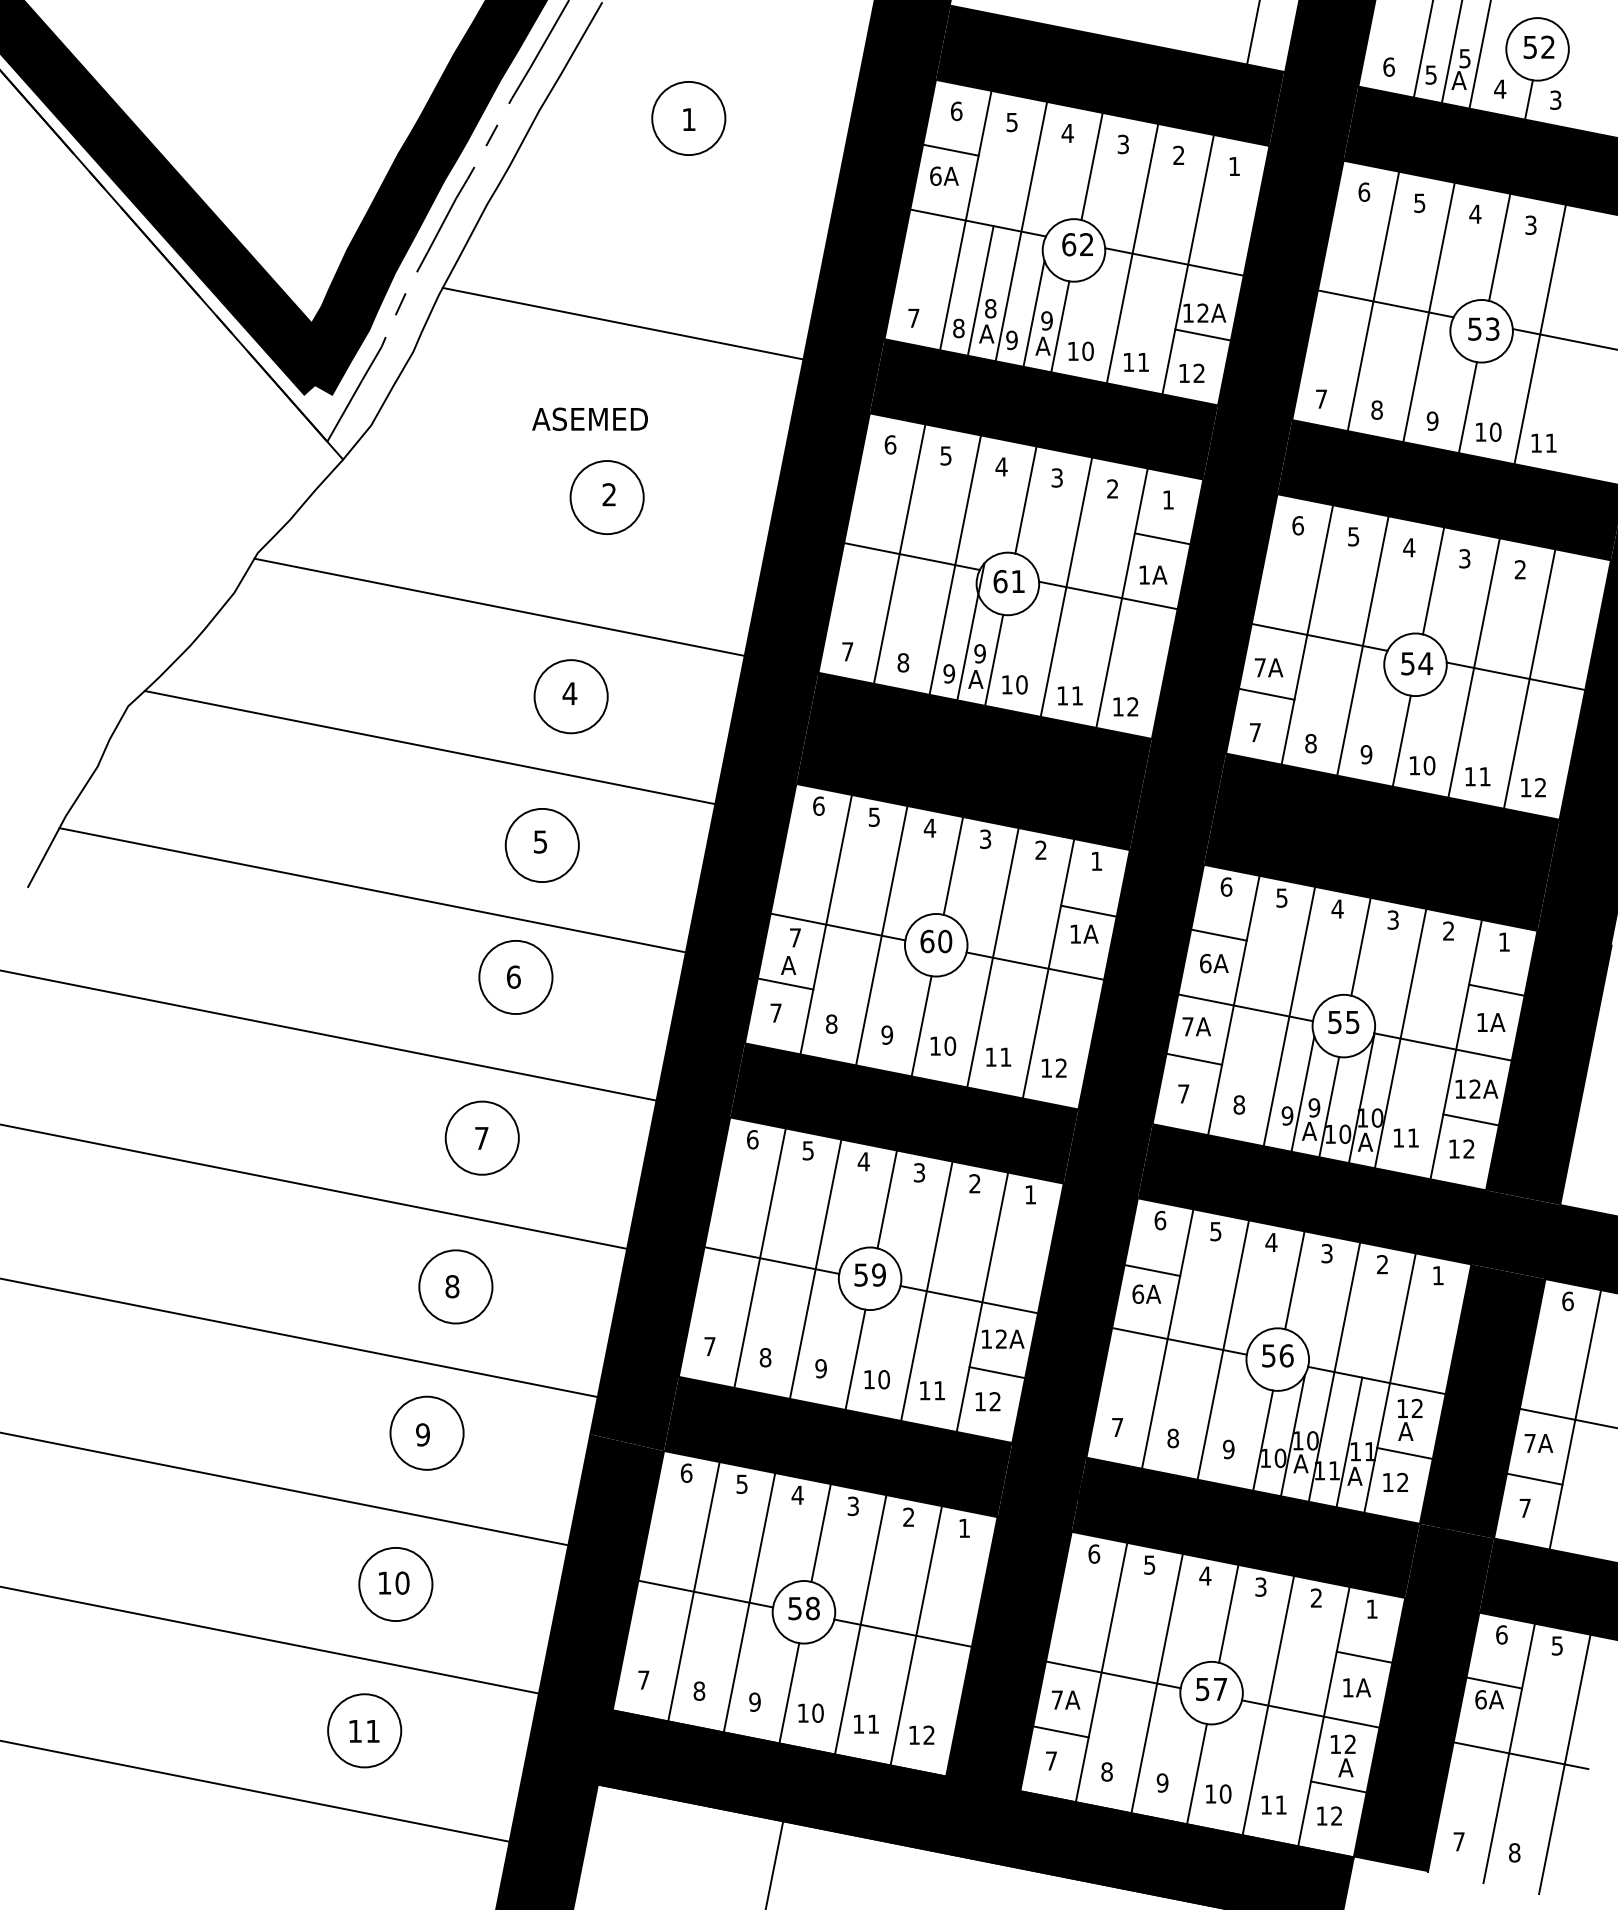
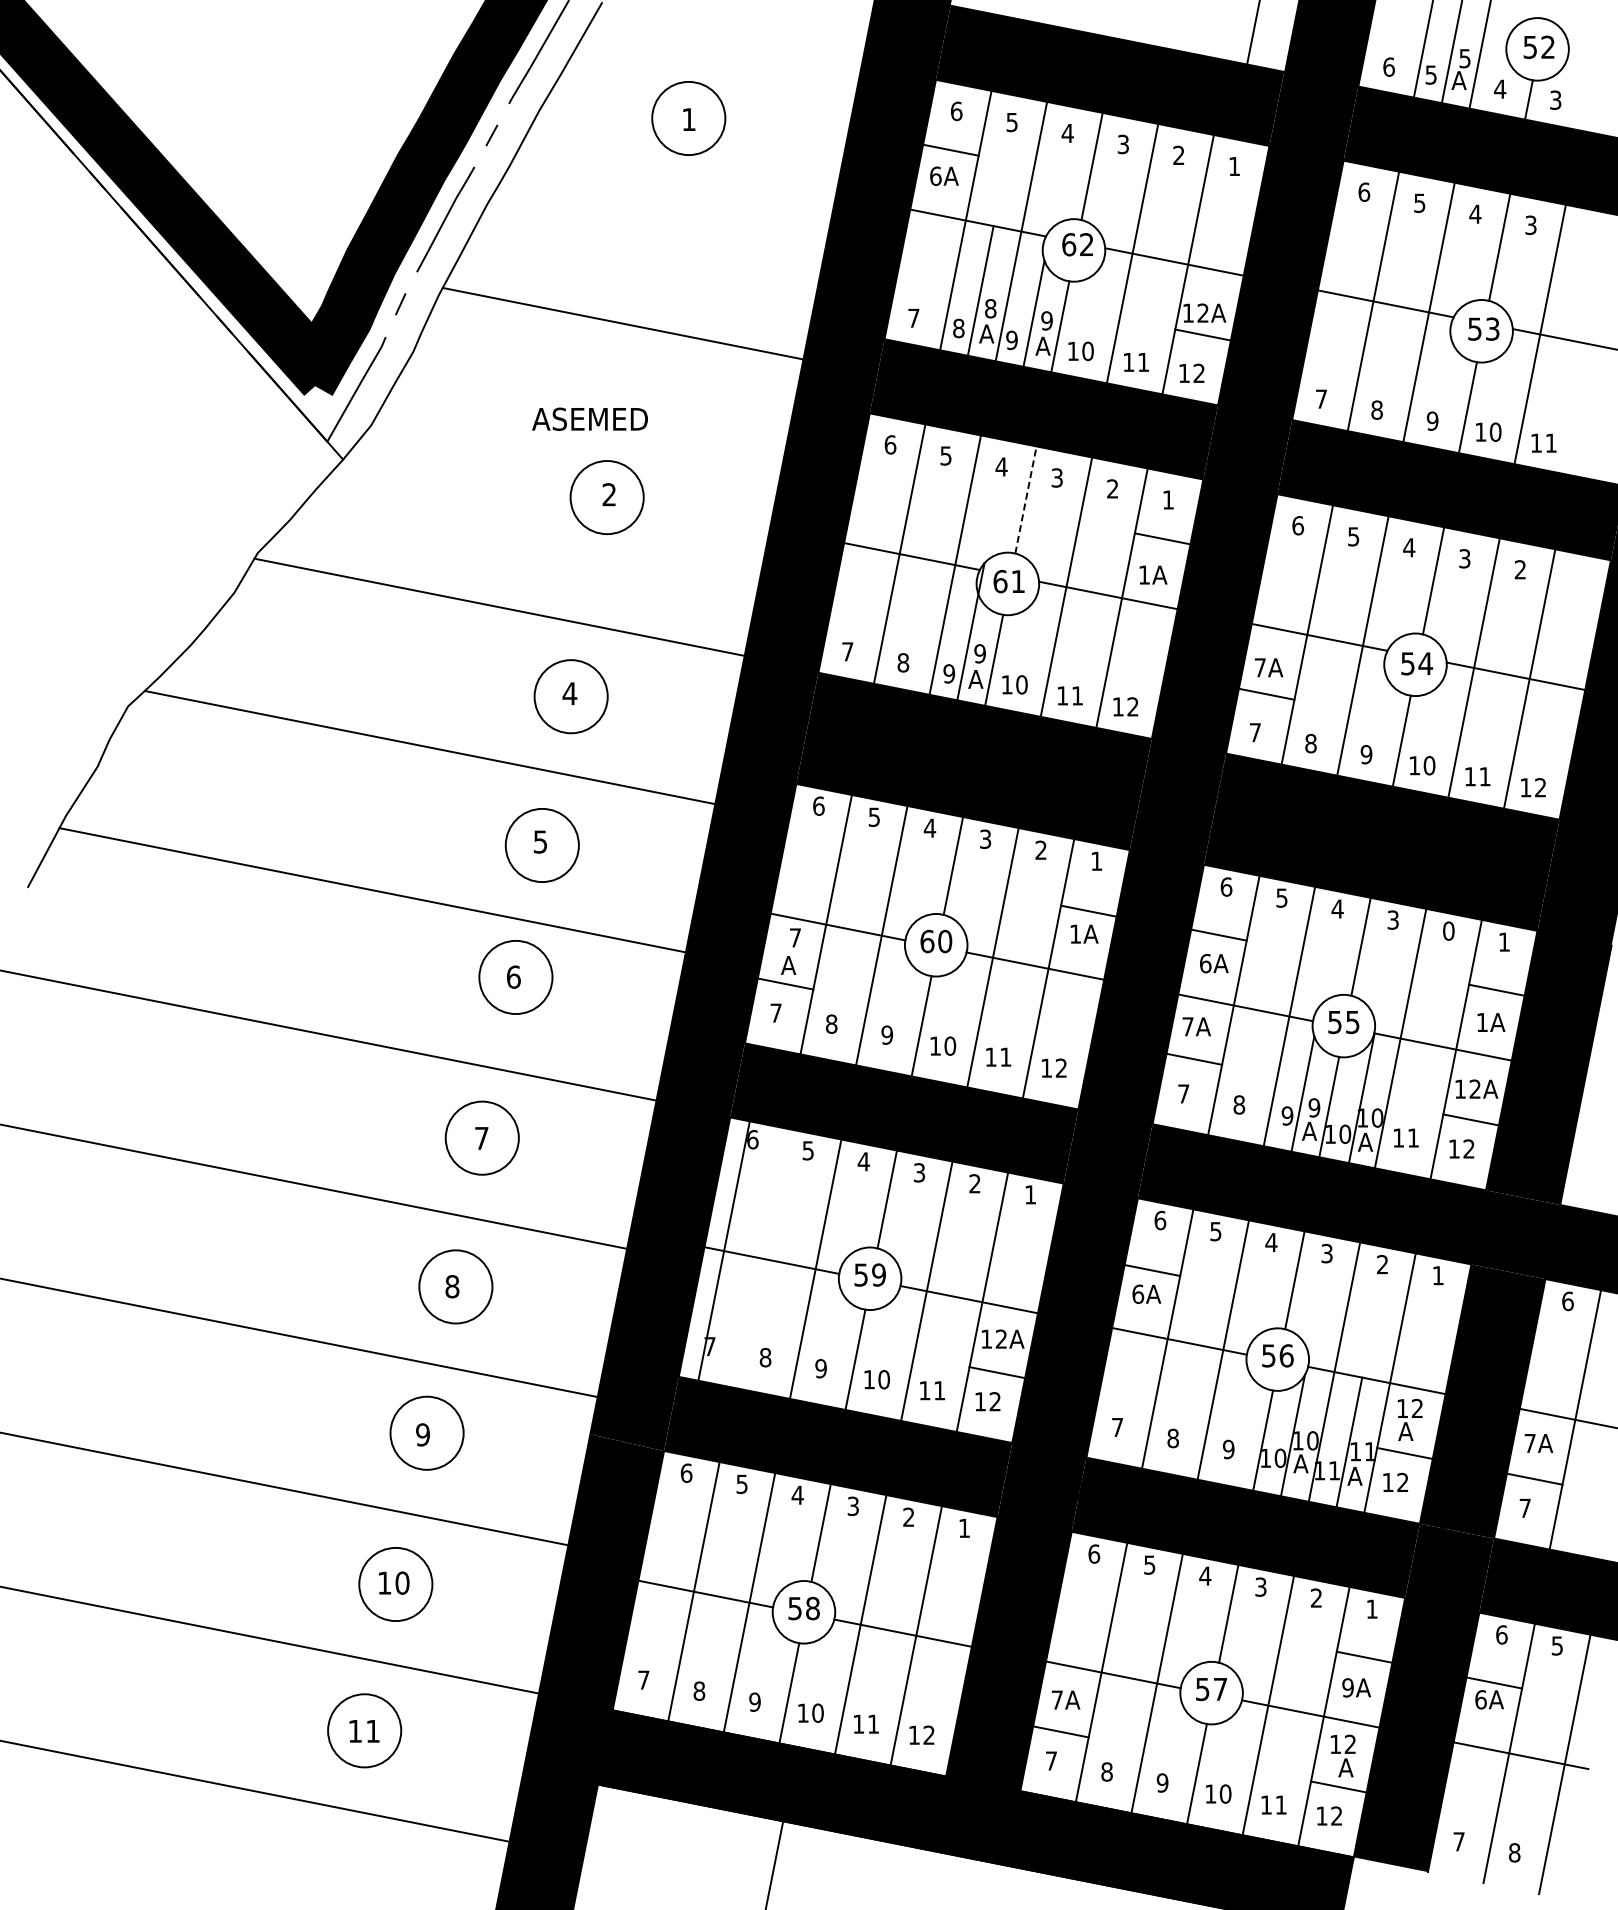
line at (1025, 500): solid -> dashed
text at (1448, 930): 2 -> 0
line at (759, 1257) position: (759, 1257) -> (723, 1250)
text at (1347, 1687): 1A -> 9A
